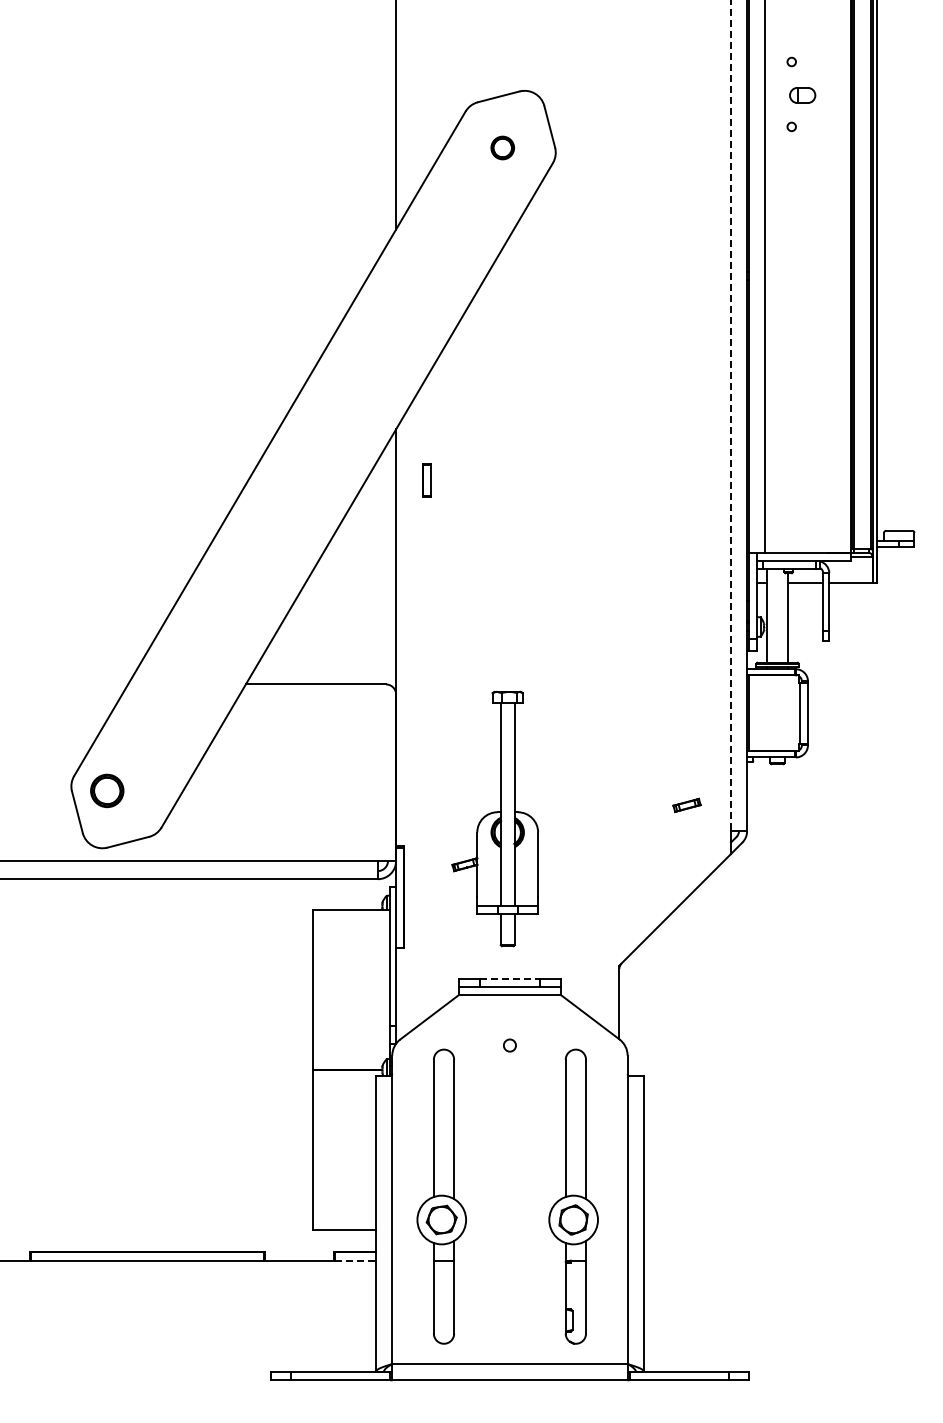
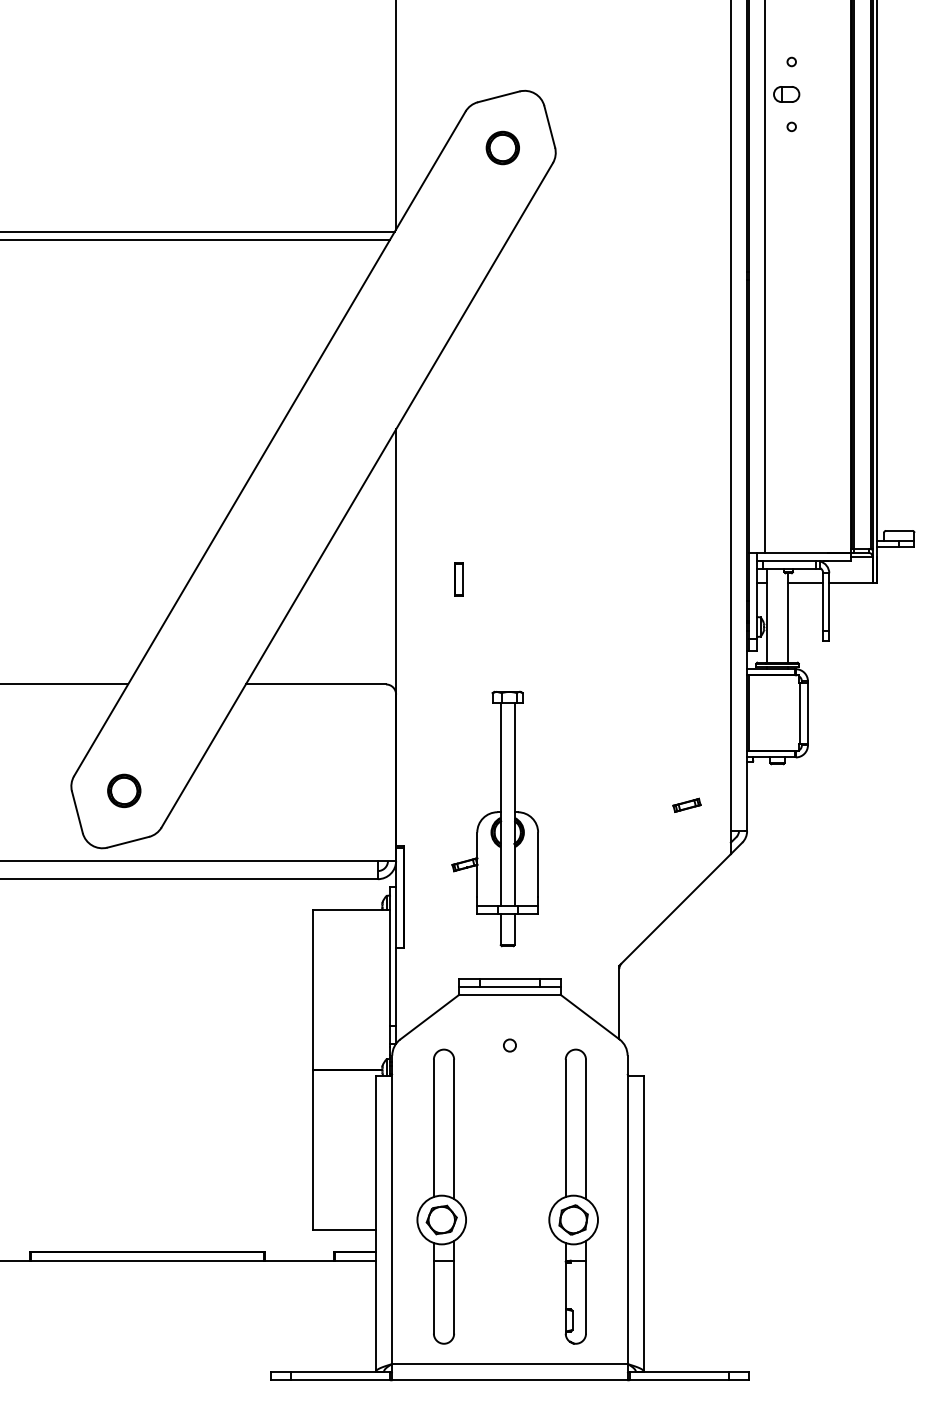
part at (802, 95) position: (802, 95) -> (786, 94)
part at (502, 147) size: 25x26 px -> 35x36 px
line at (198, 232): none -> present
line at (195, 240): none -> present
line at (730, 416): dashed -> solid
part at (426, 480) position: (426, 480) -> (458, 579)
line at (65, 684): none -> present
part at (107, 790) position: (107, 790) -> (124, 790)
line at (510, 978): dashed -> solid
line at (356, 1260): dashed -> solid
